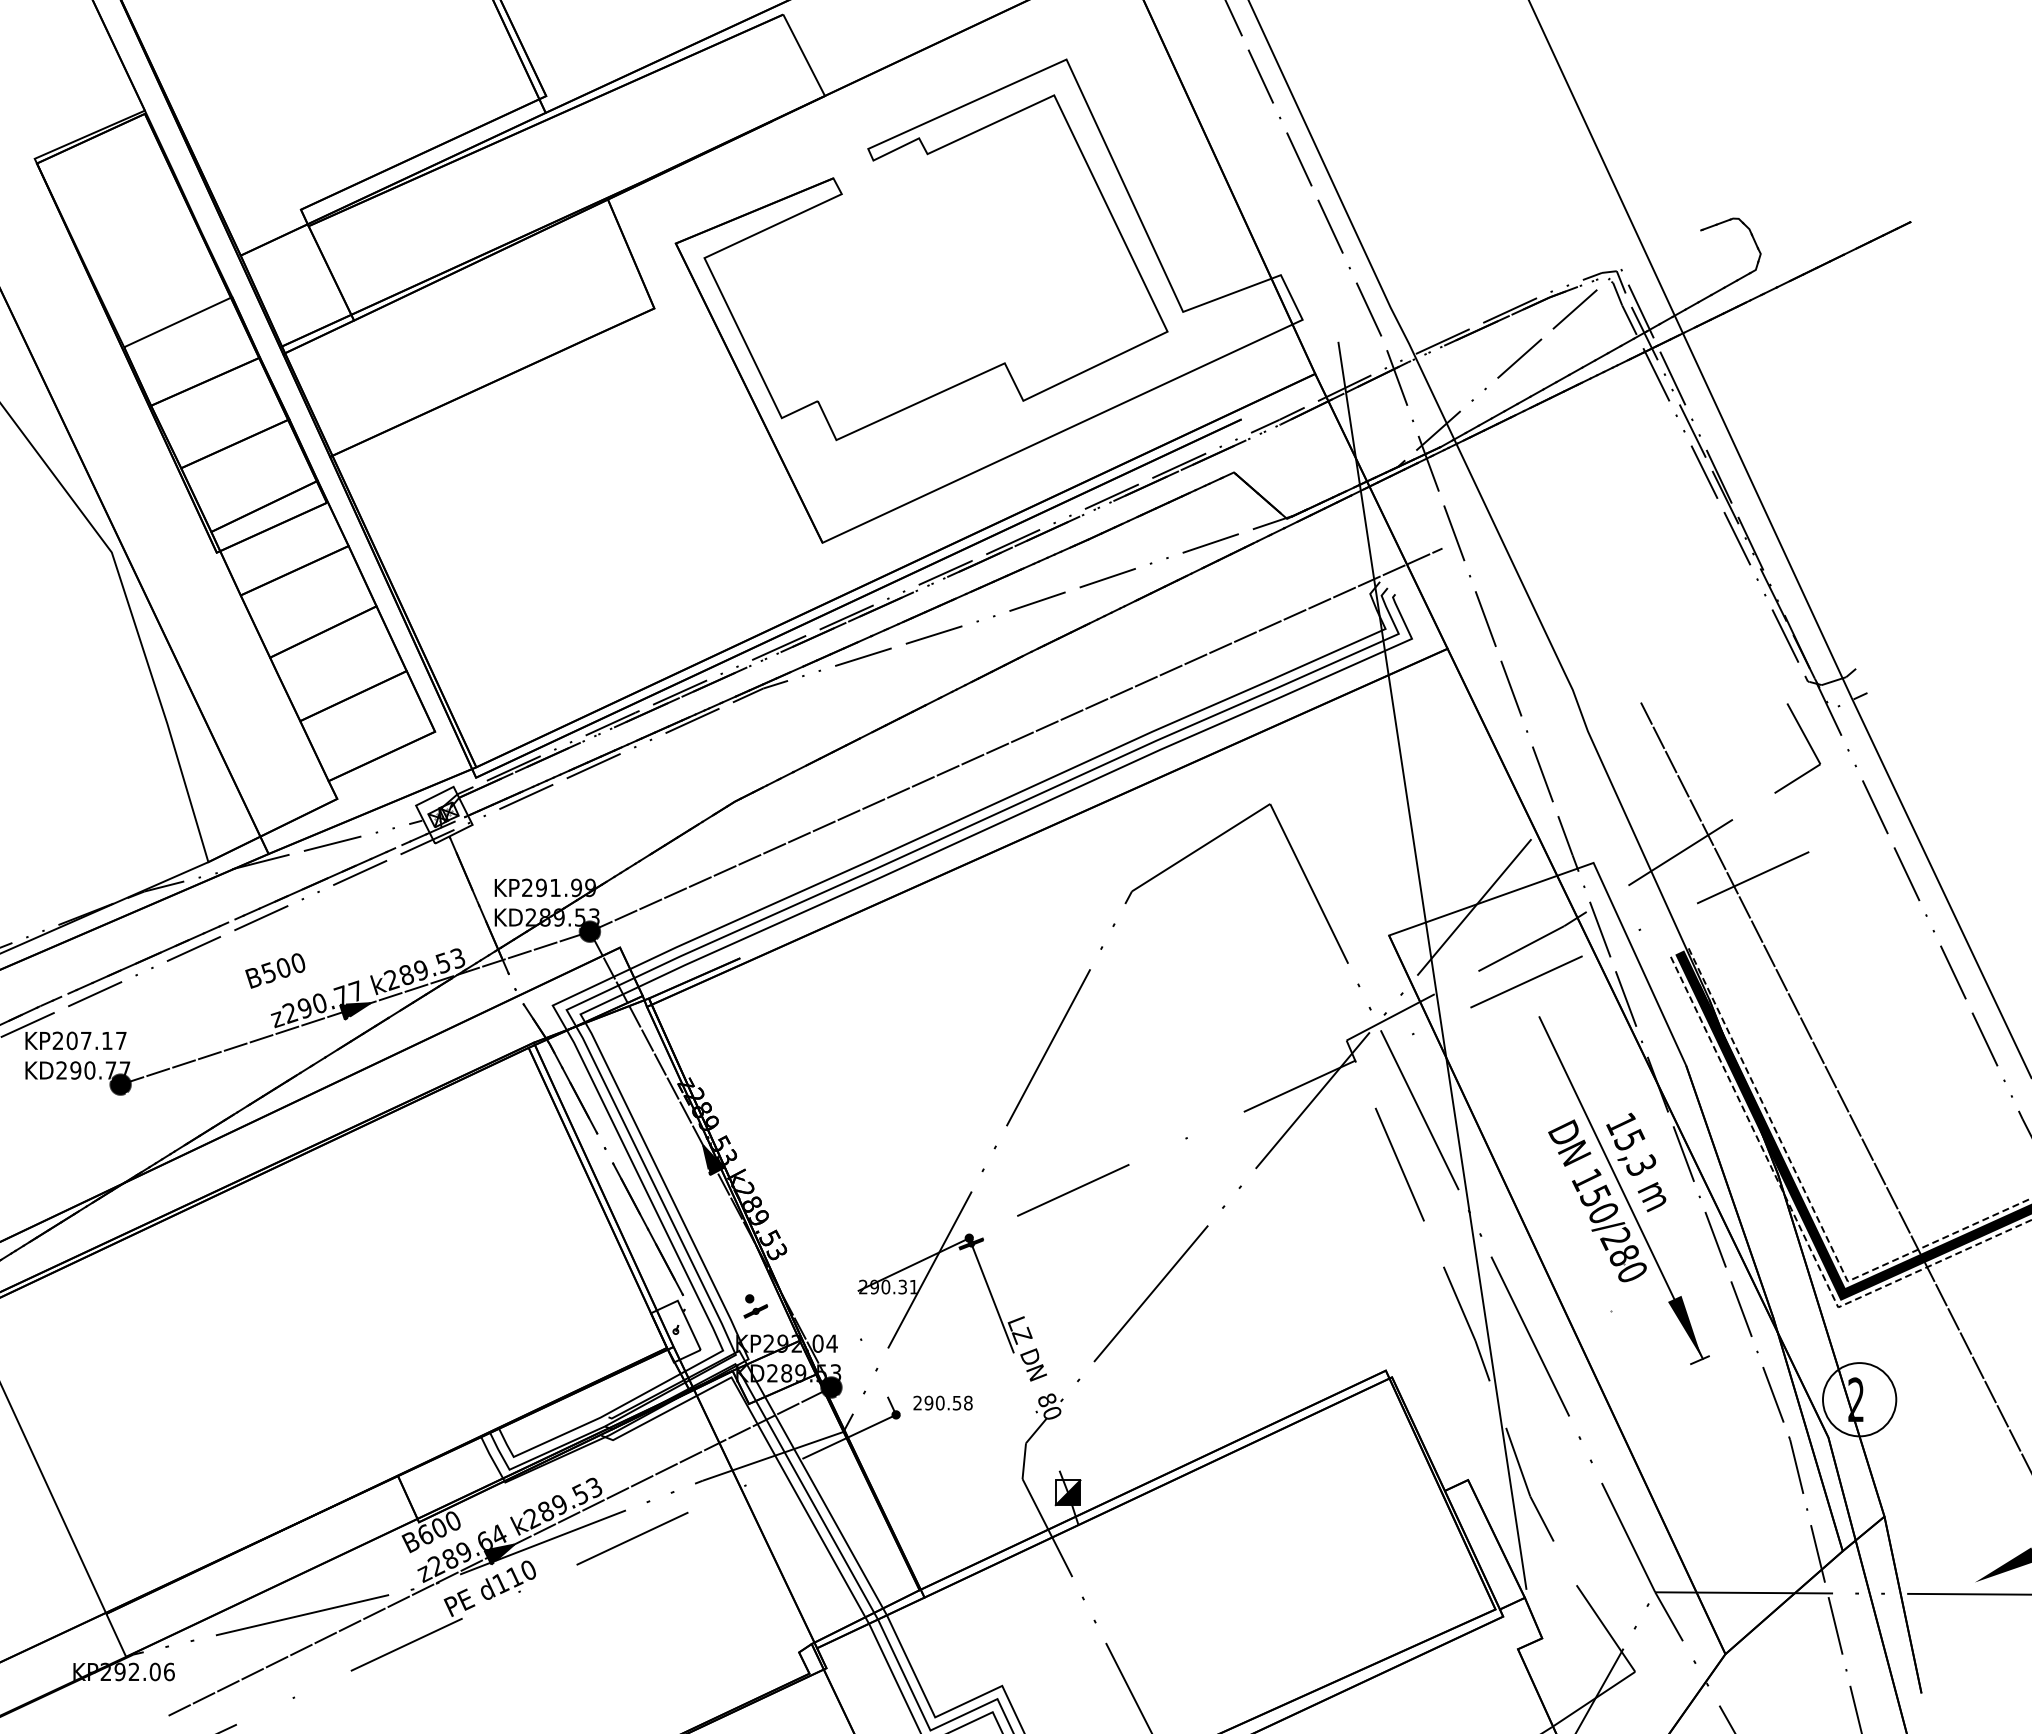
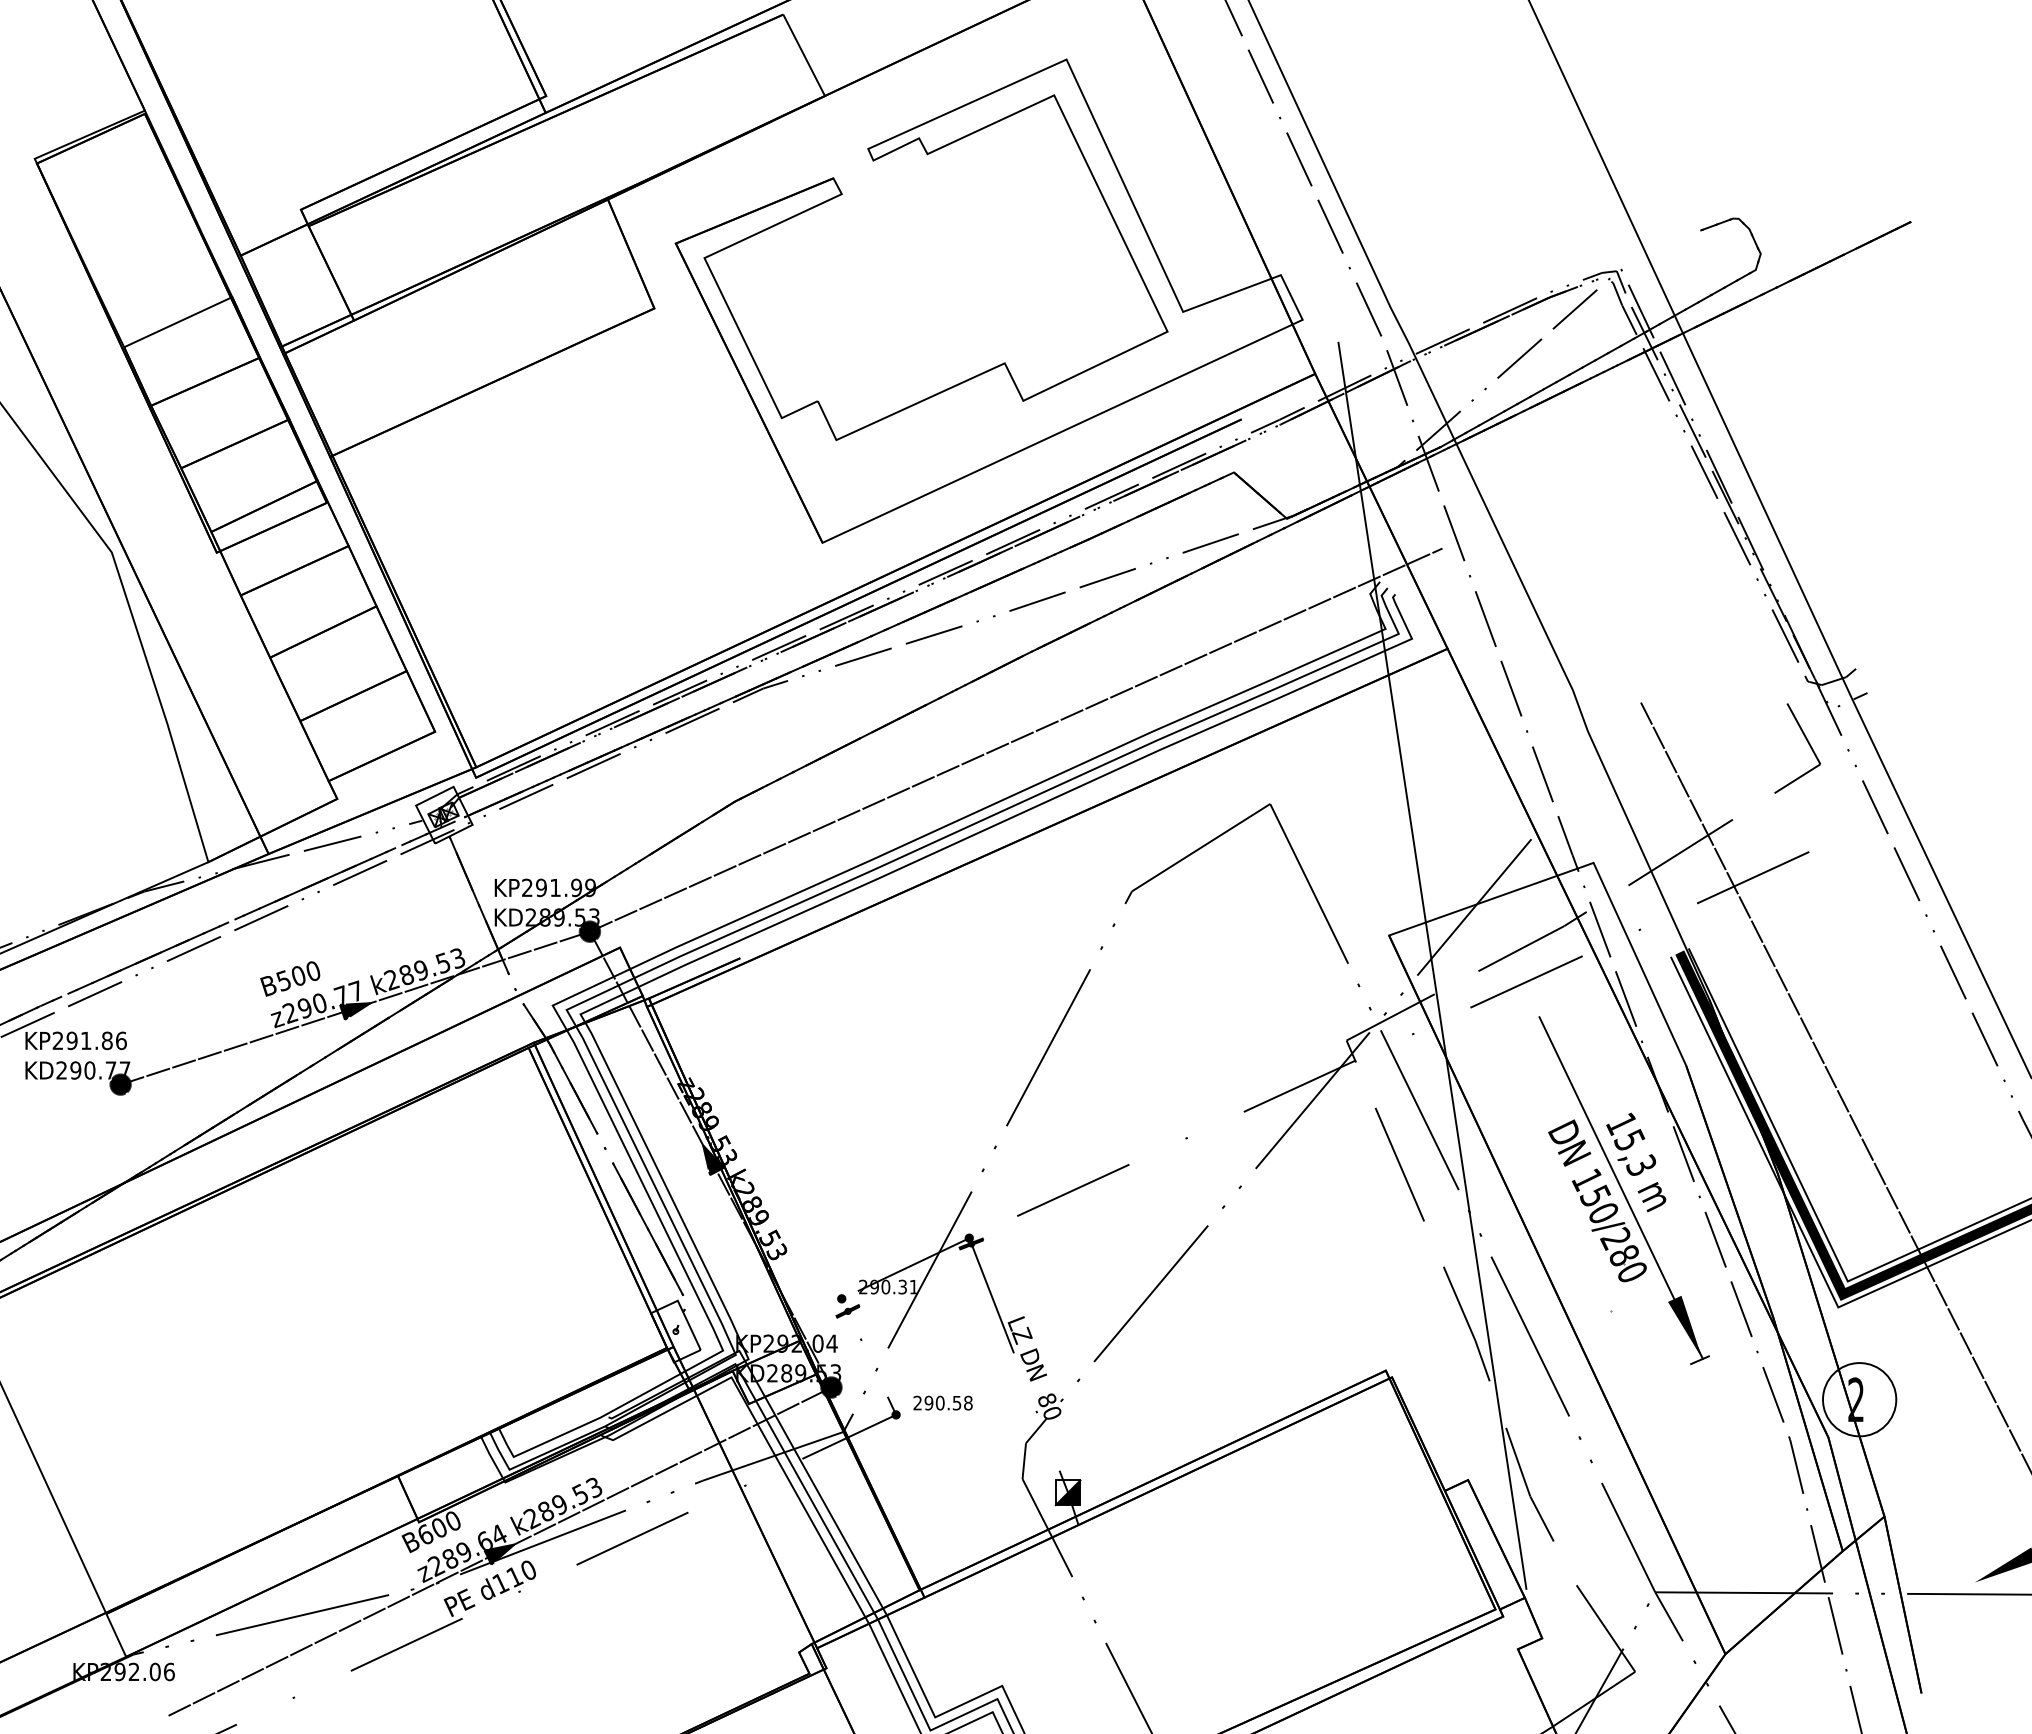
text at (275, 970) position: (275, 970) -> (290, 978)
text at (96, 1040): KP207.17 -> KP291.86
line at (1812, 1206): dashed -> solid
line at (1800, 1228): dashed -> solid
part at (755, 1306) position: (755, 1306) -> (847, 1306)
